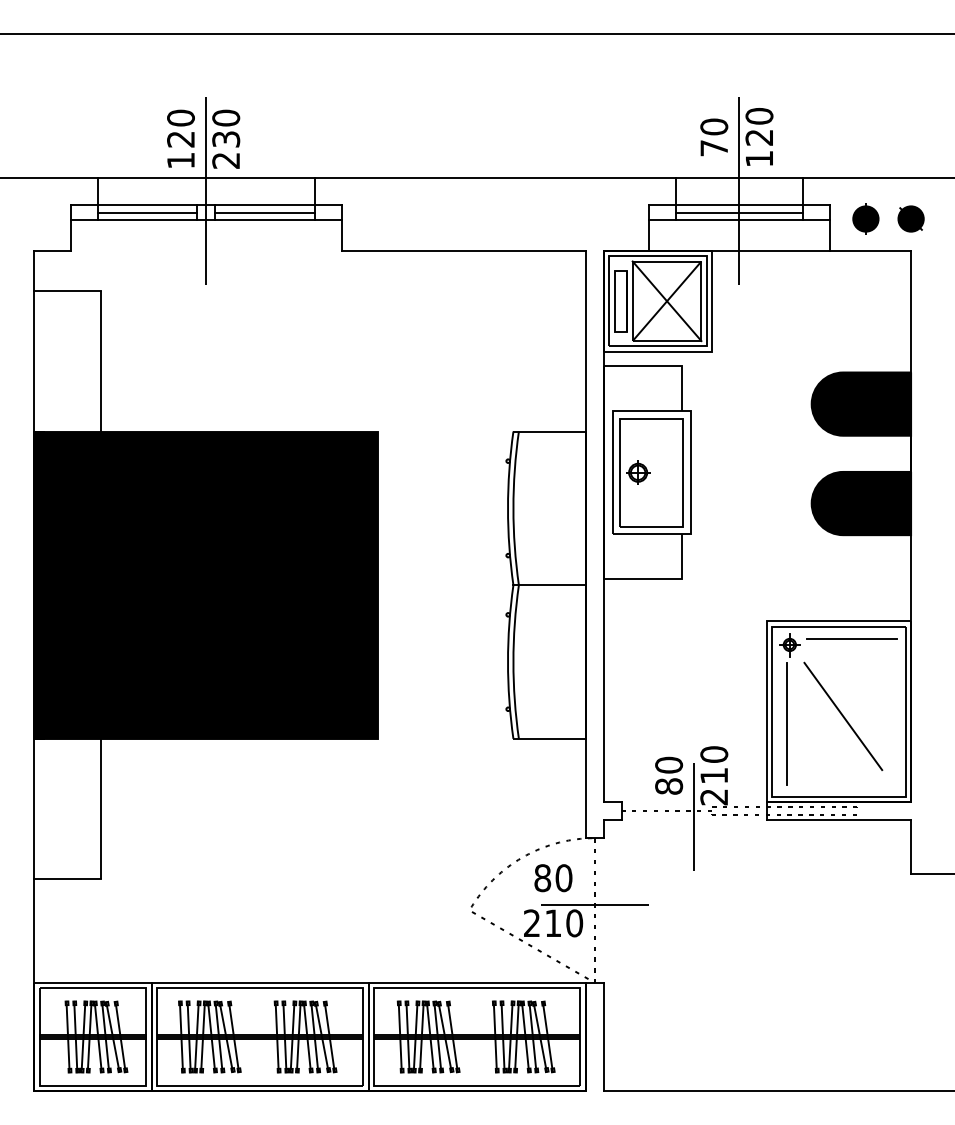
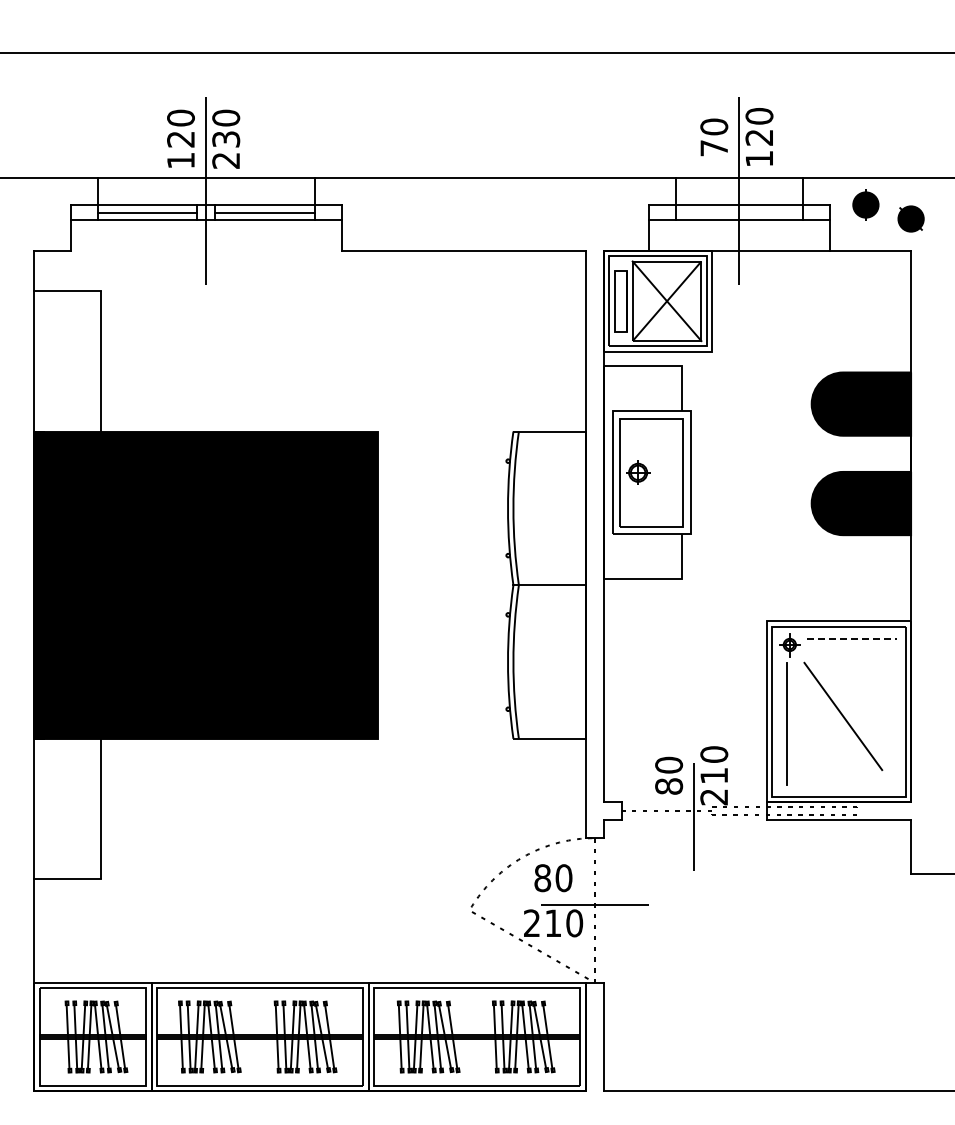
line at (476, 33) position: (476, 33) -> (476, 52)
line at (739, 212): present -> none
part at (865, 218) position: (865, 218) -> (865, 204)
line at (852, 638): solid -> dashed
